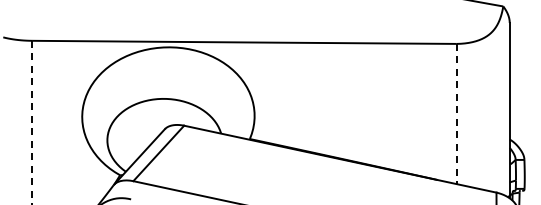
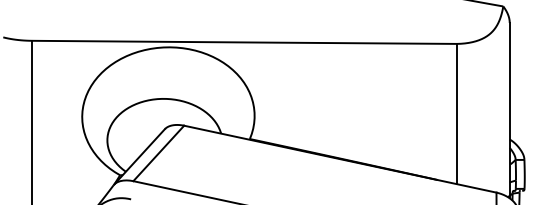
line at (456, 114): dashed -> solid
line at (32, 122): dashed -> solid
